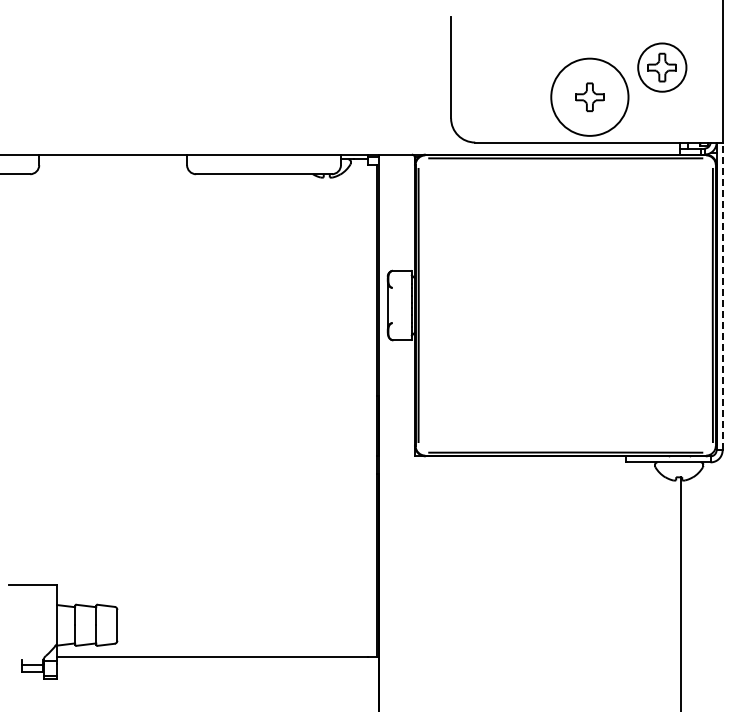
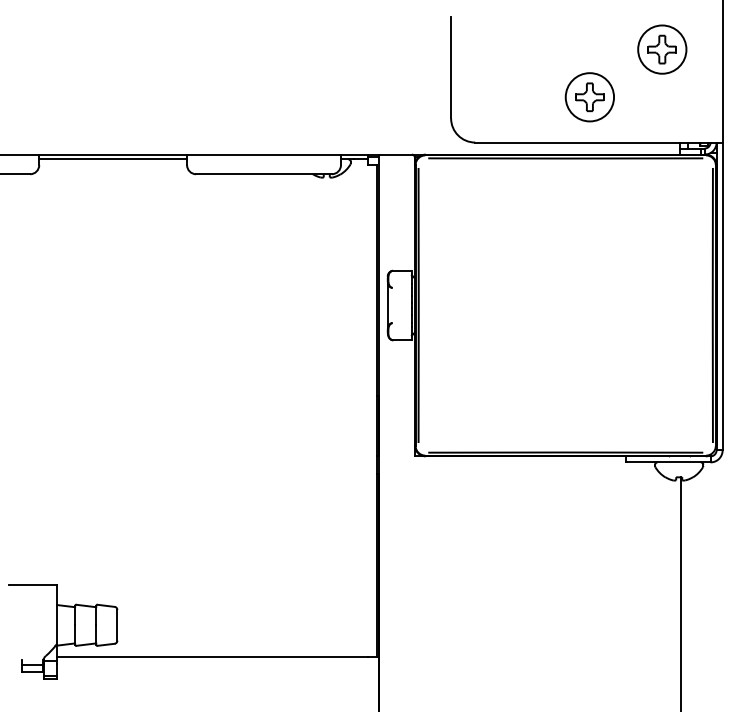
part at (662, 67) position: (662, 67) -> (662, 49)
circle at (589, 96) diameter: 77 px -> 48 px
line at (113, 159): none -> present
line at (722, 296): dashed -> solid
